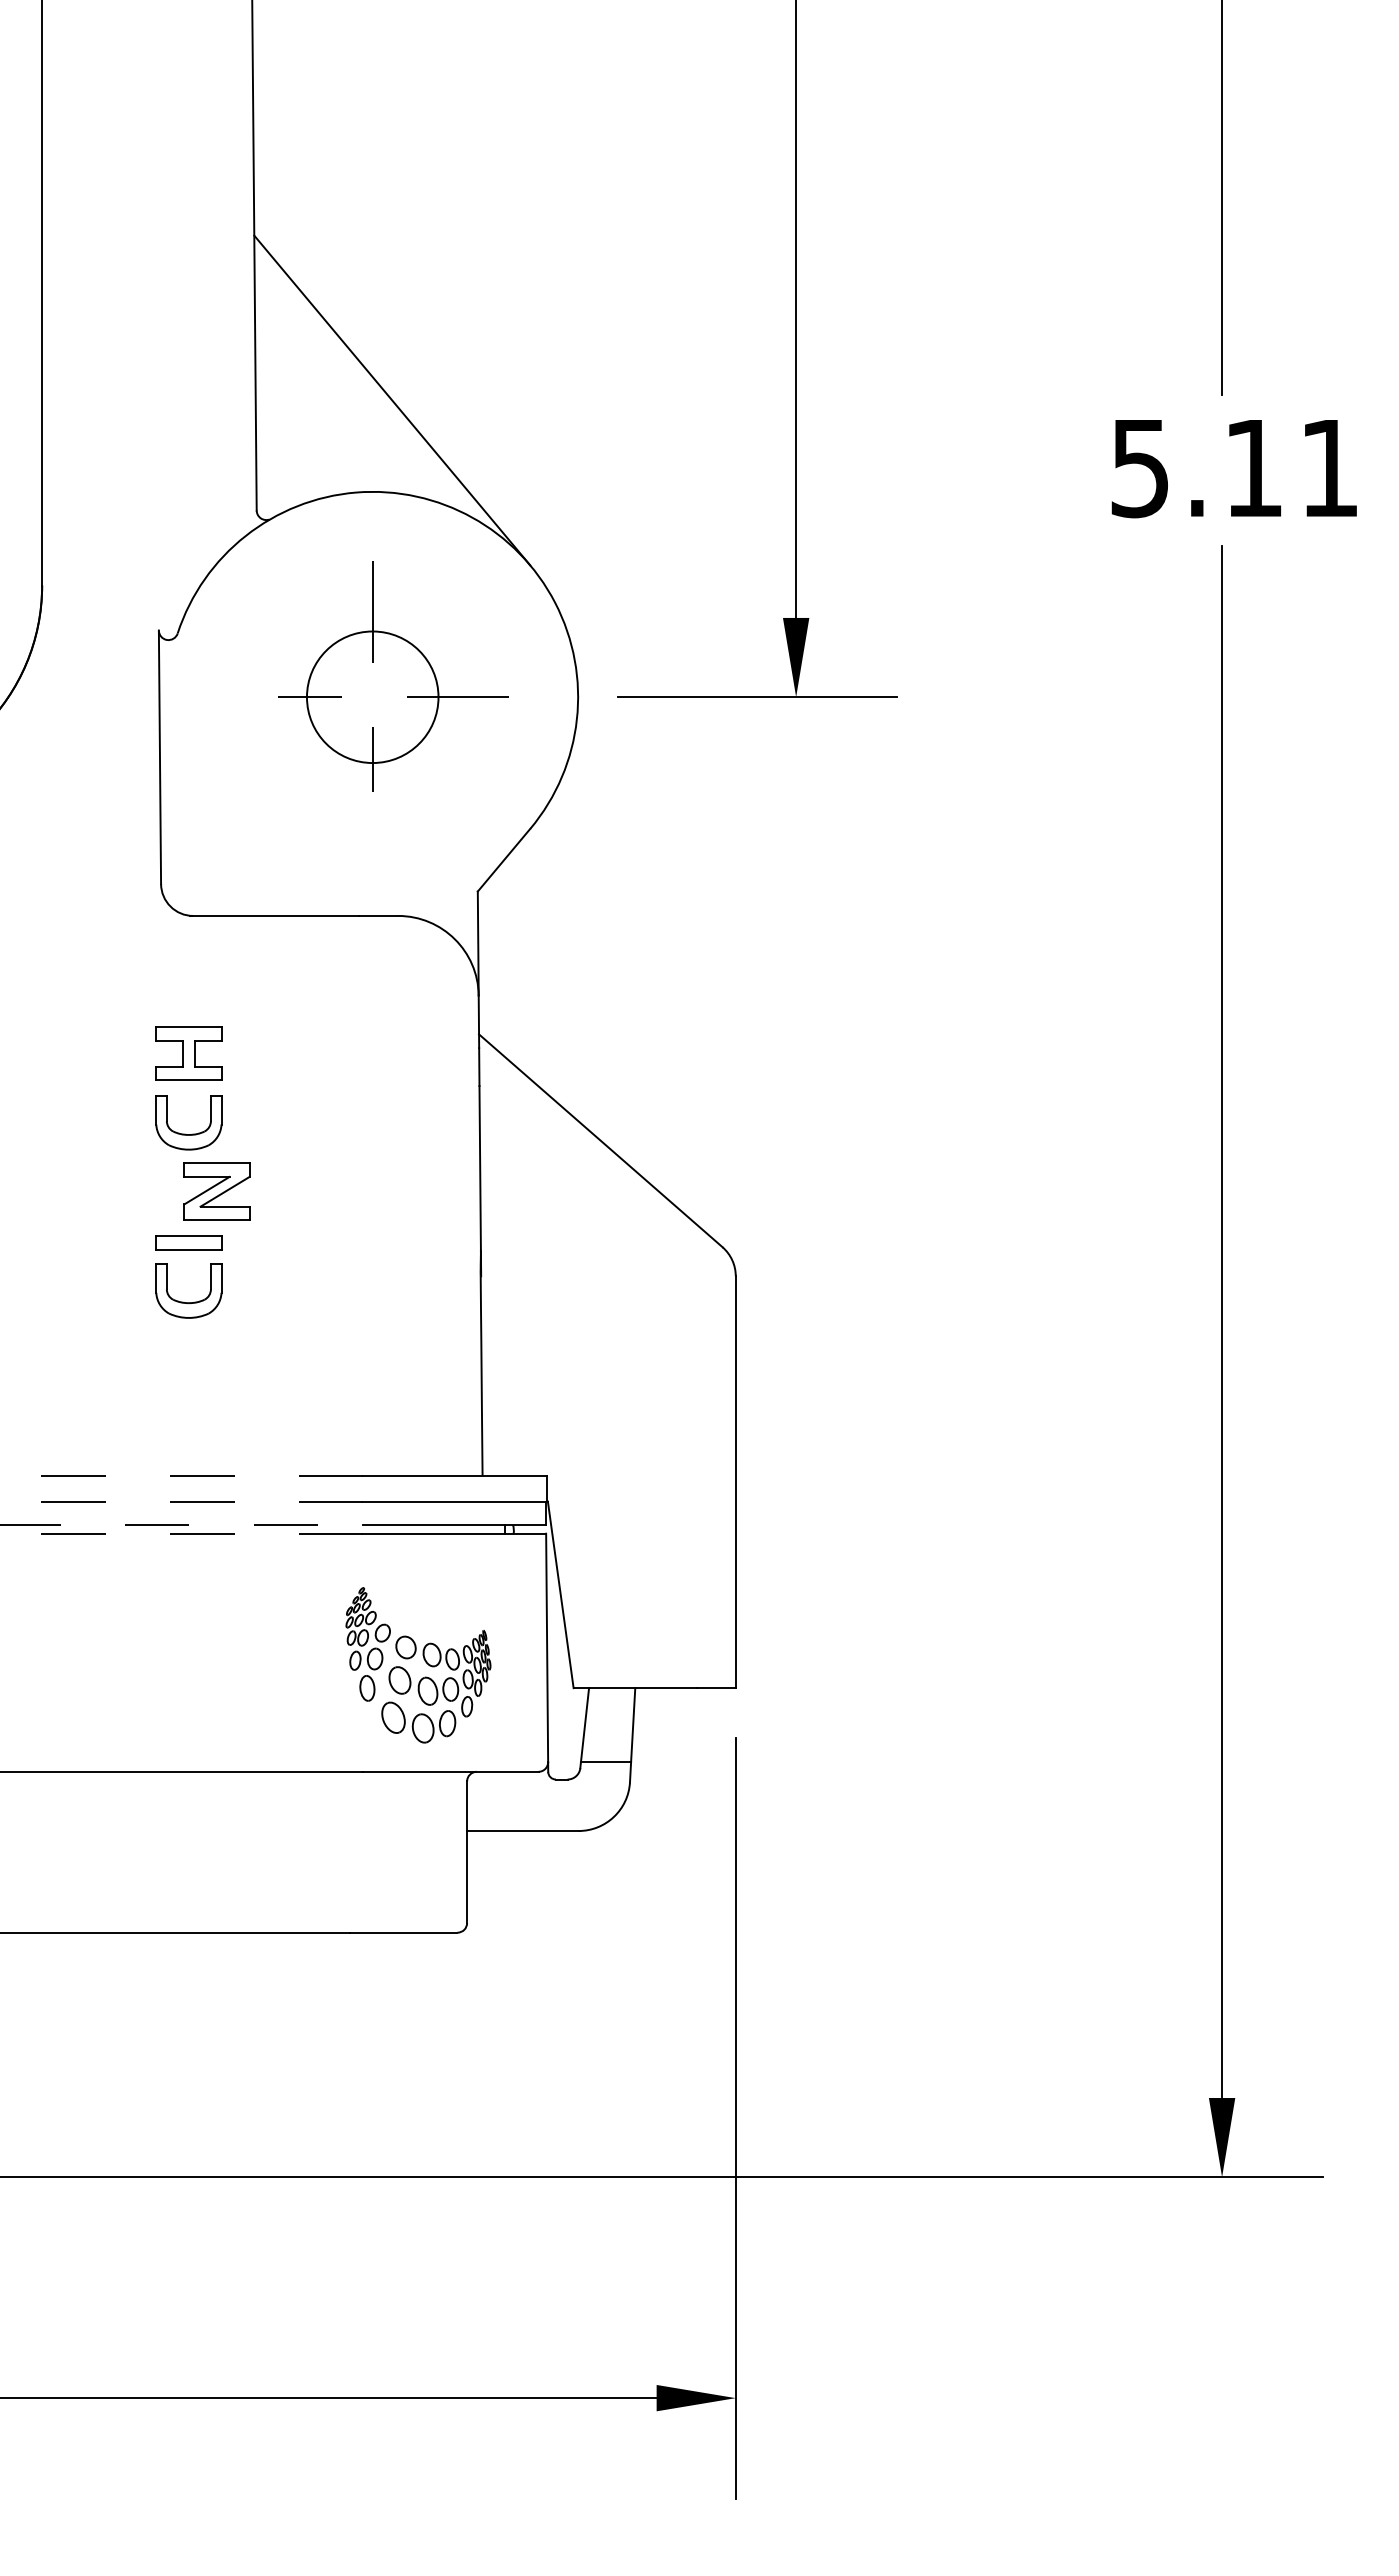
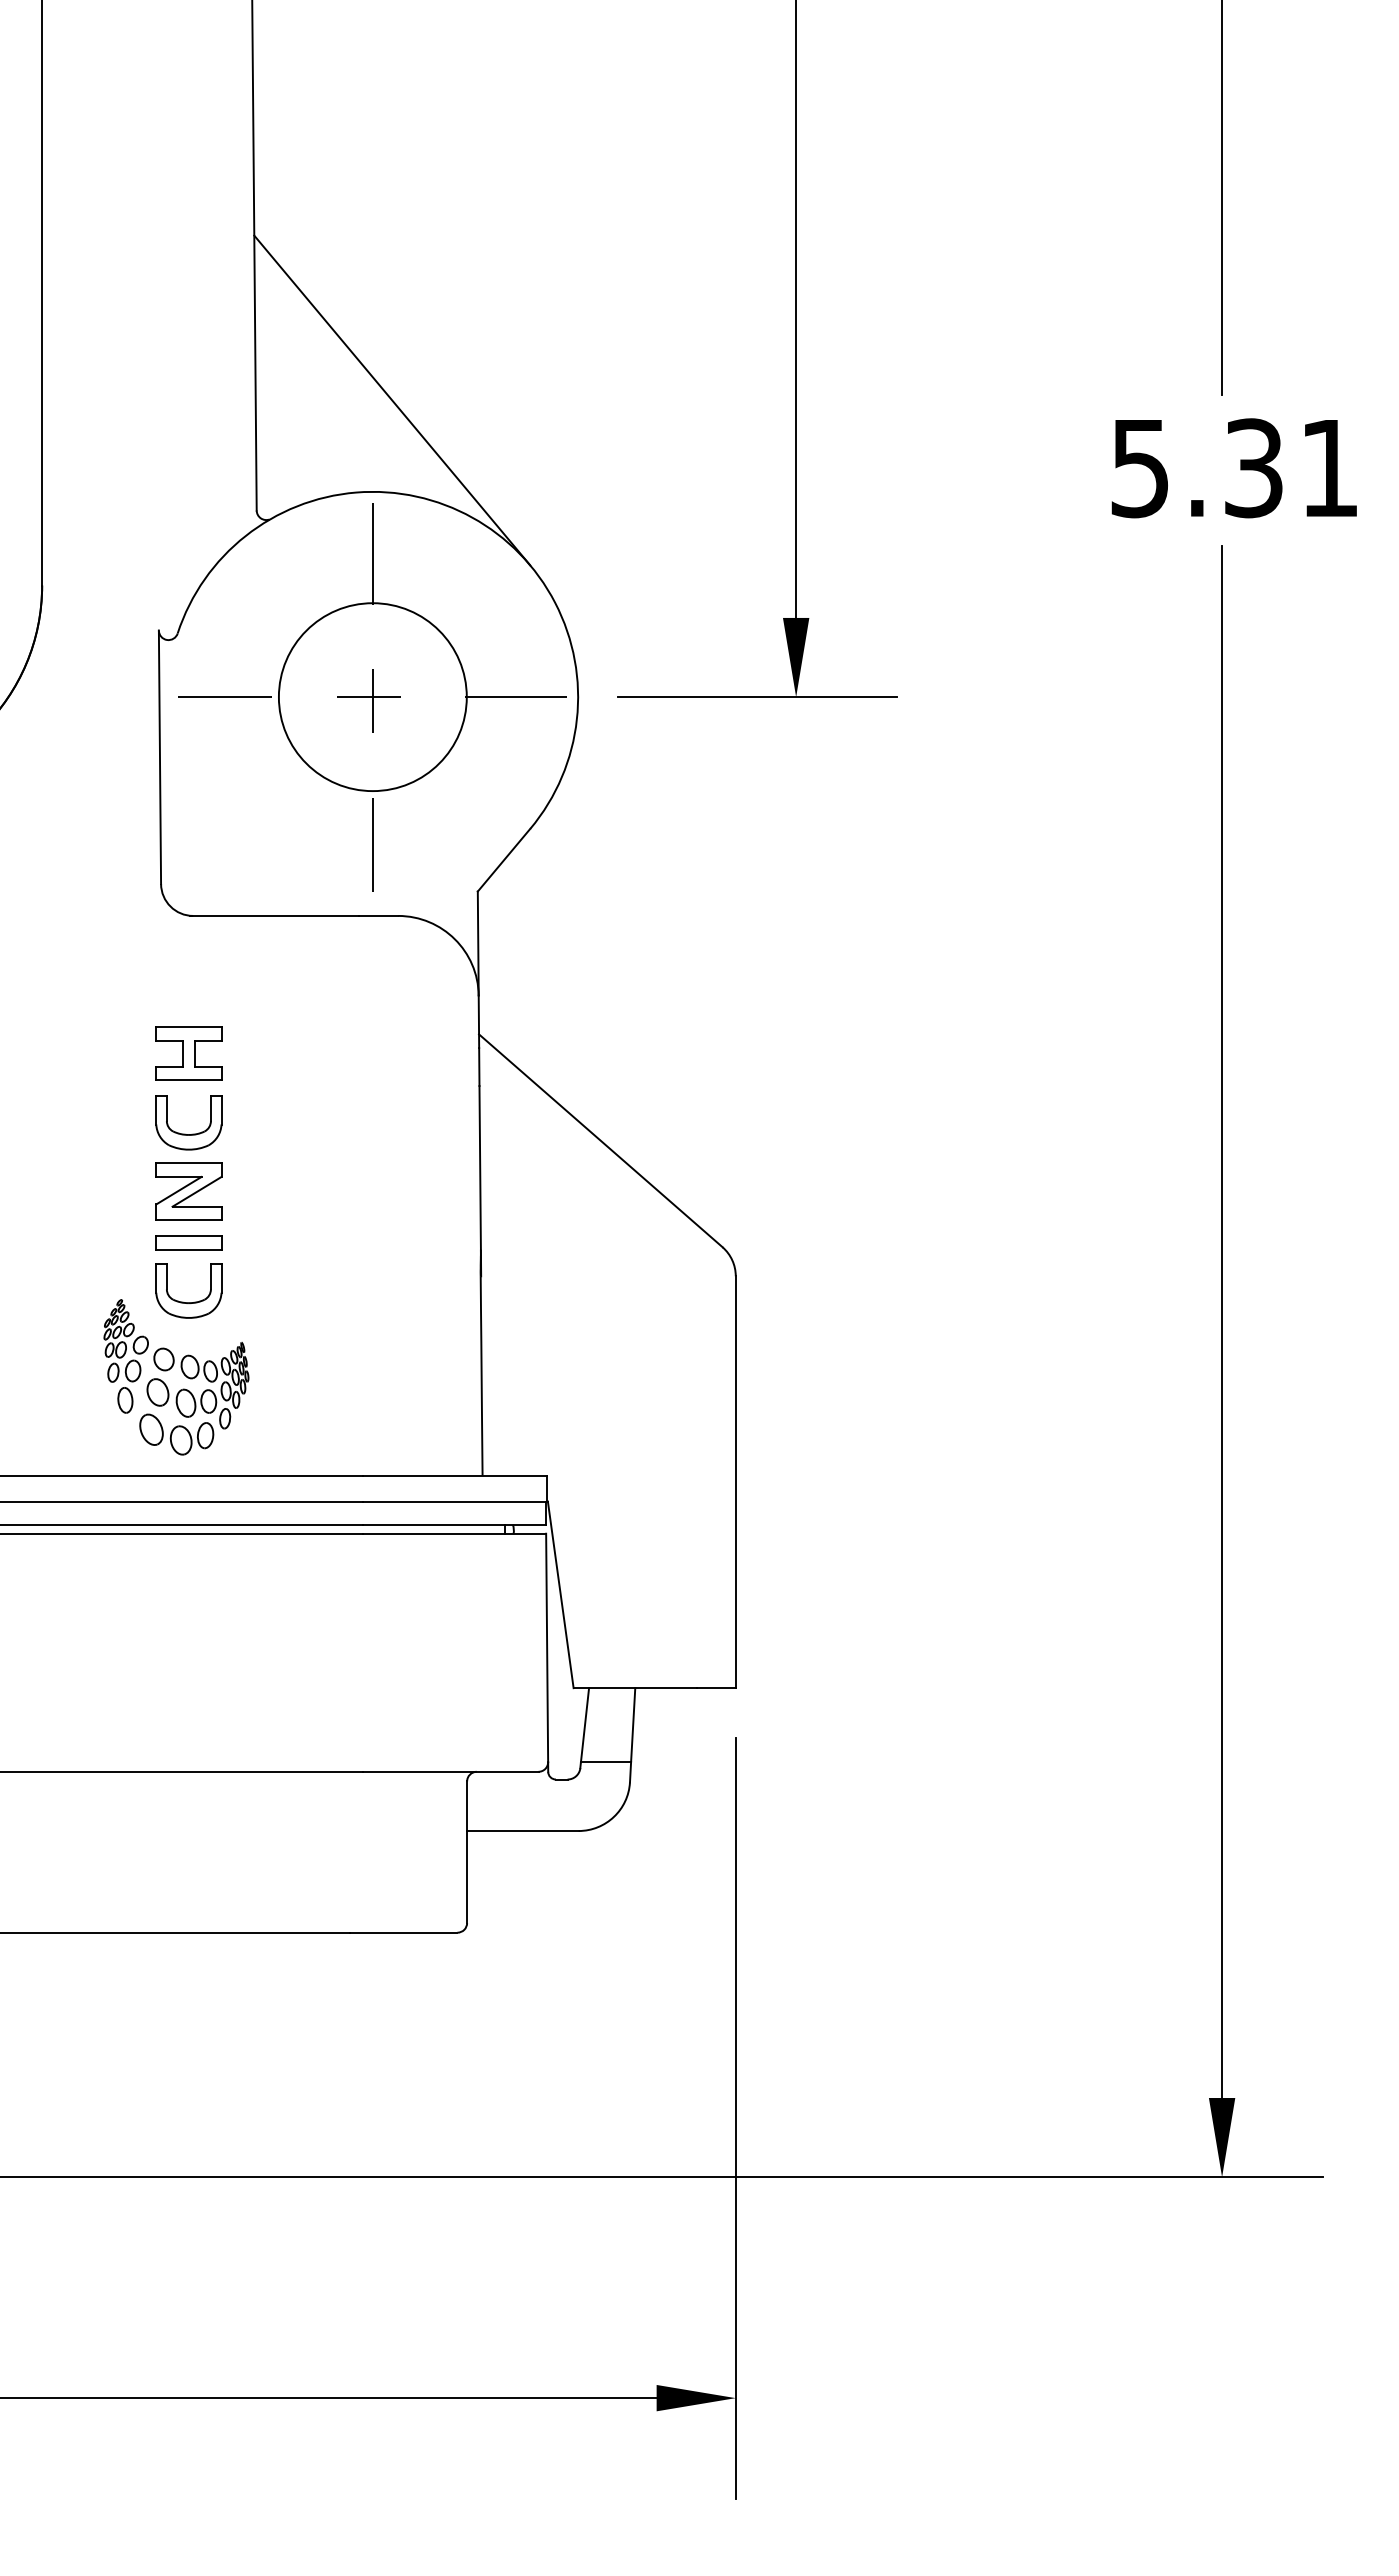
text at (1253, 468): 5.11 -> 5.31
part at (393, 676) size: 231x231 px -> 389x389 px
part at (216, 1191) position: (216, 1191) -> (188, 1191)
line at (181, 1475): dashed -> solid
line at (181, 1501): dashed -> solid
line at (182, 1524): dashed -> solid
line at (181, 1533): dashed -> solid
part at (425, 1662) position: (425, 1662) -> (183, 1374)
